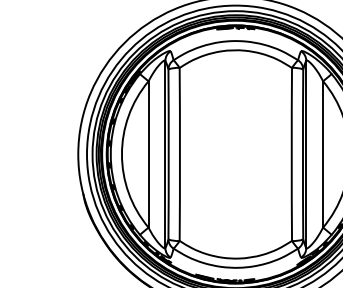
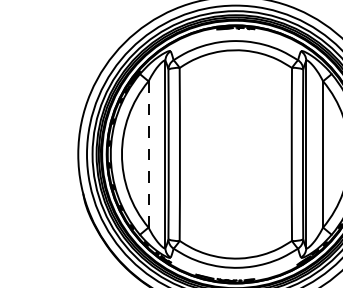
line at (148, 153): solid -> dashed
